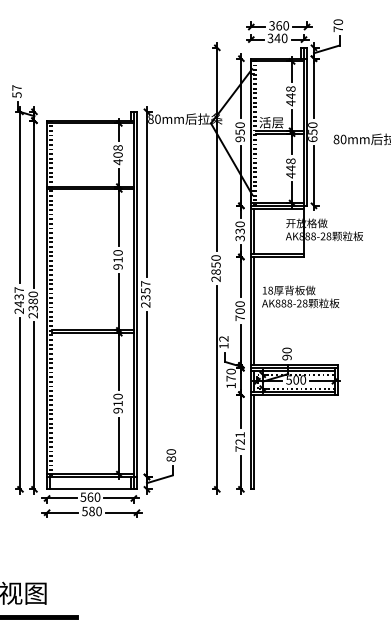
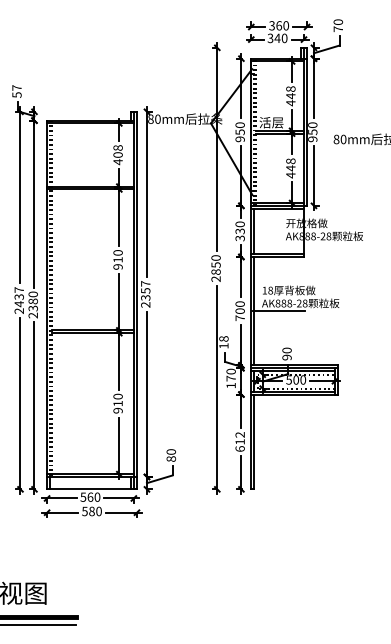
text at (312, 139): 650 -> 950
line at (278, 311): none -> present
text at (223, 338): 12 -> 18
text at (239, 441): 721 -> 612
line at (39, 624): none -> present
